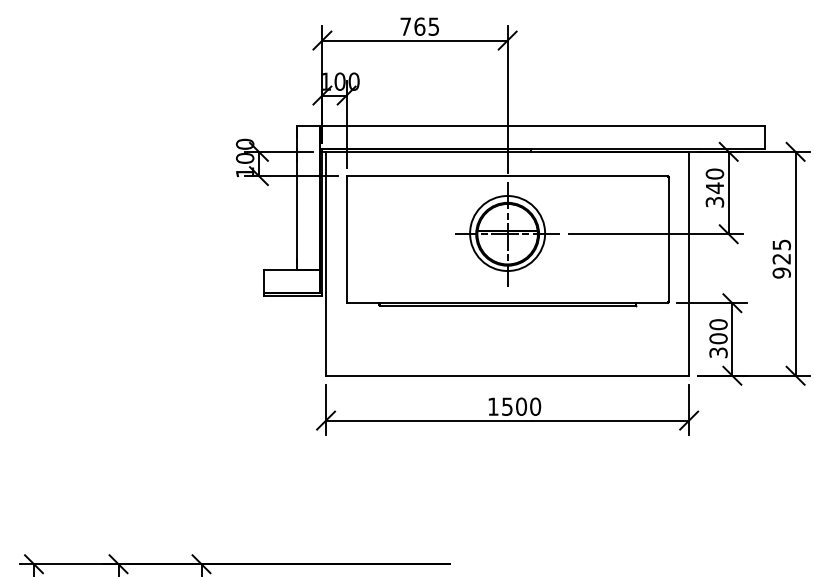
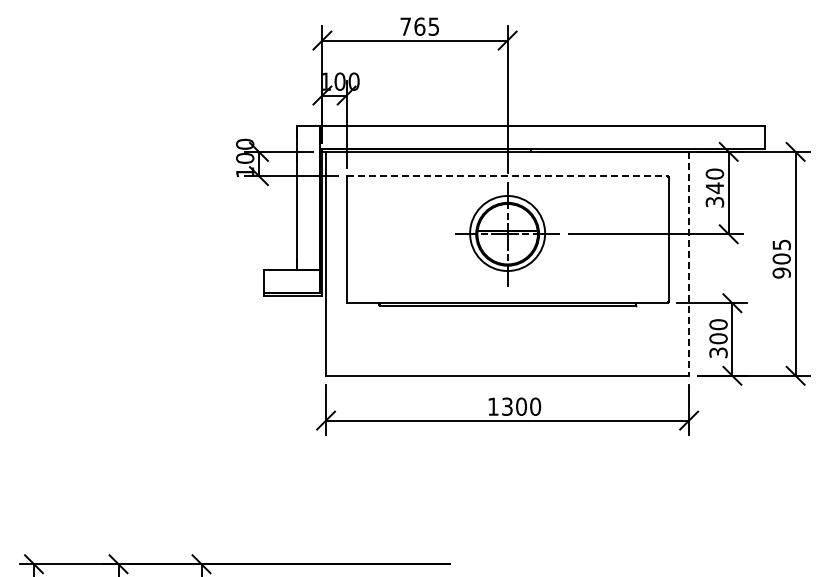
line at (508, 176): solid -> dashed
text at (781, 258): 925 -> 905
line at (689, 263): solid -> dashed
text at (507, 406): 1500 -> 1300
